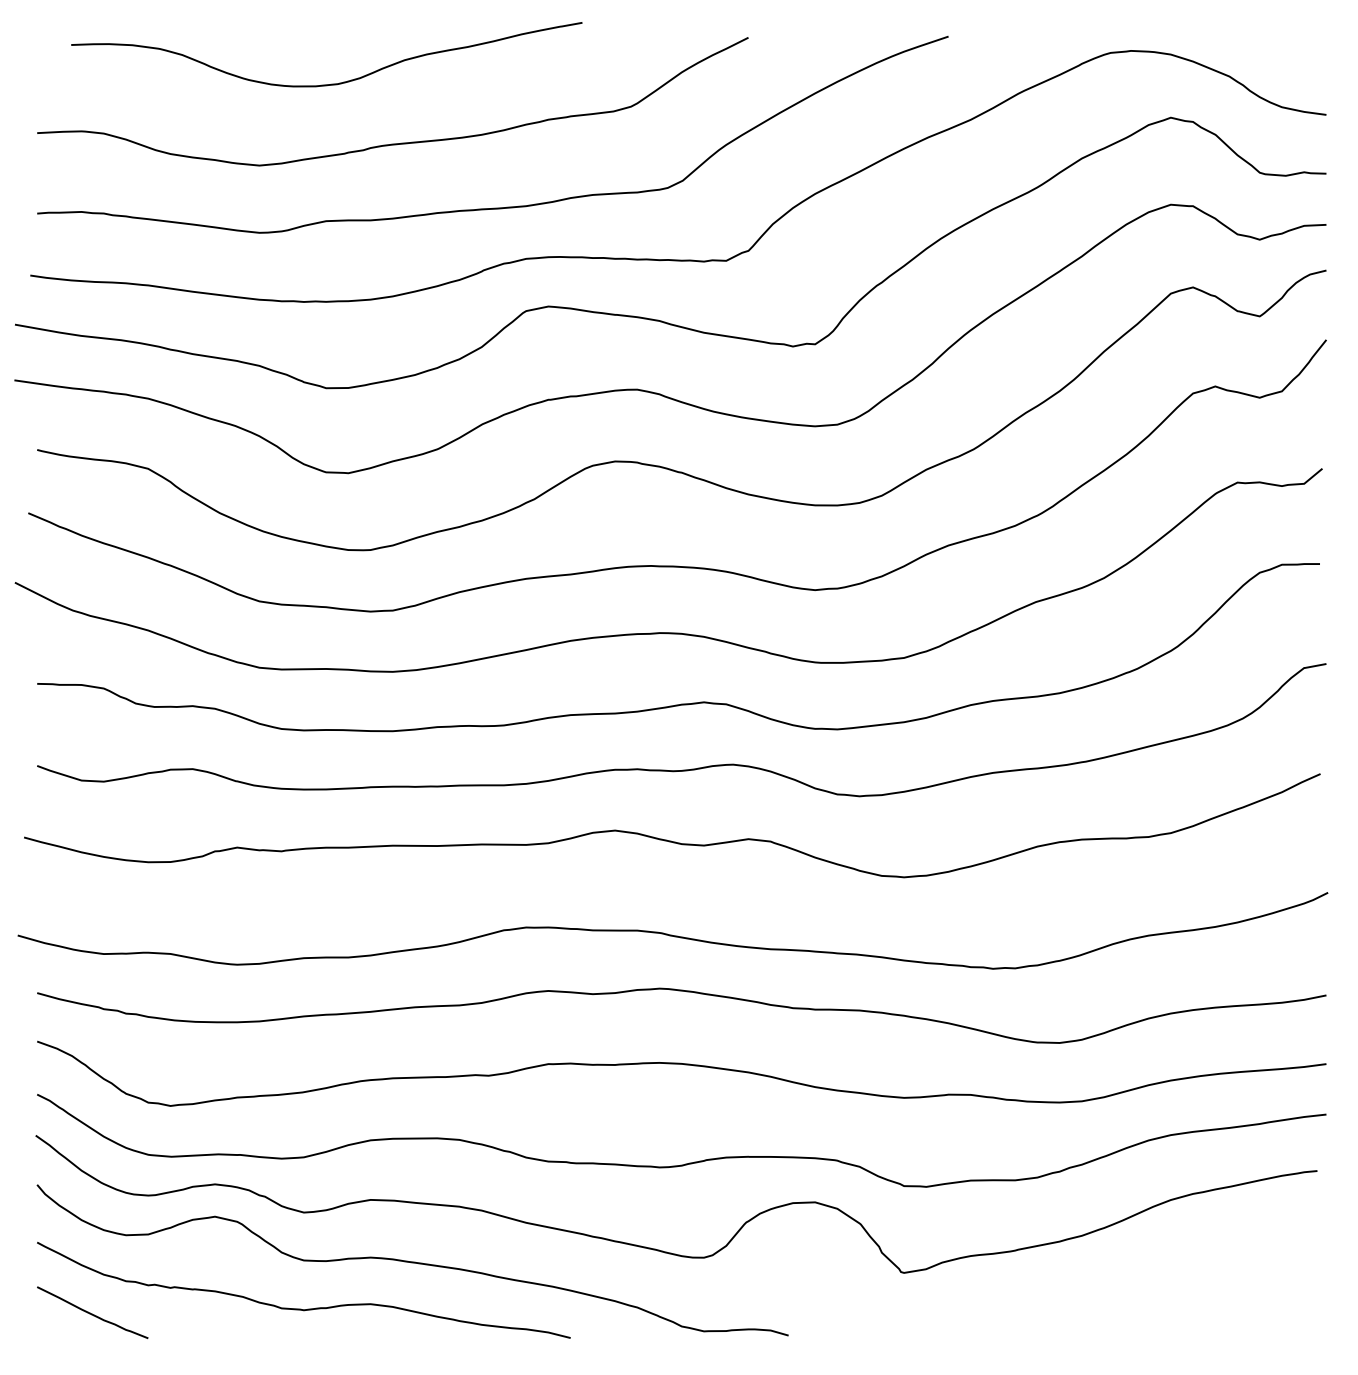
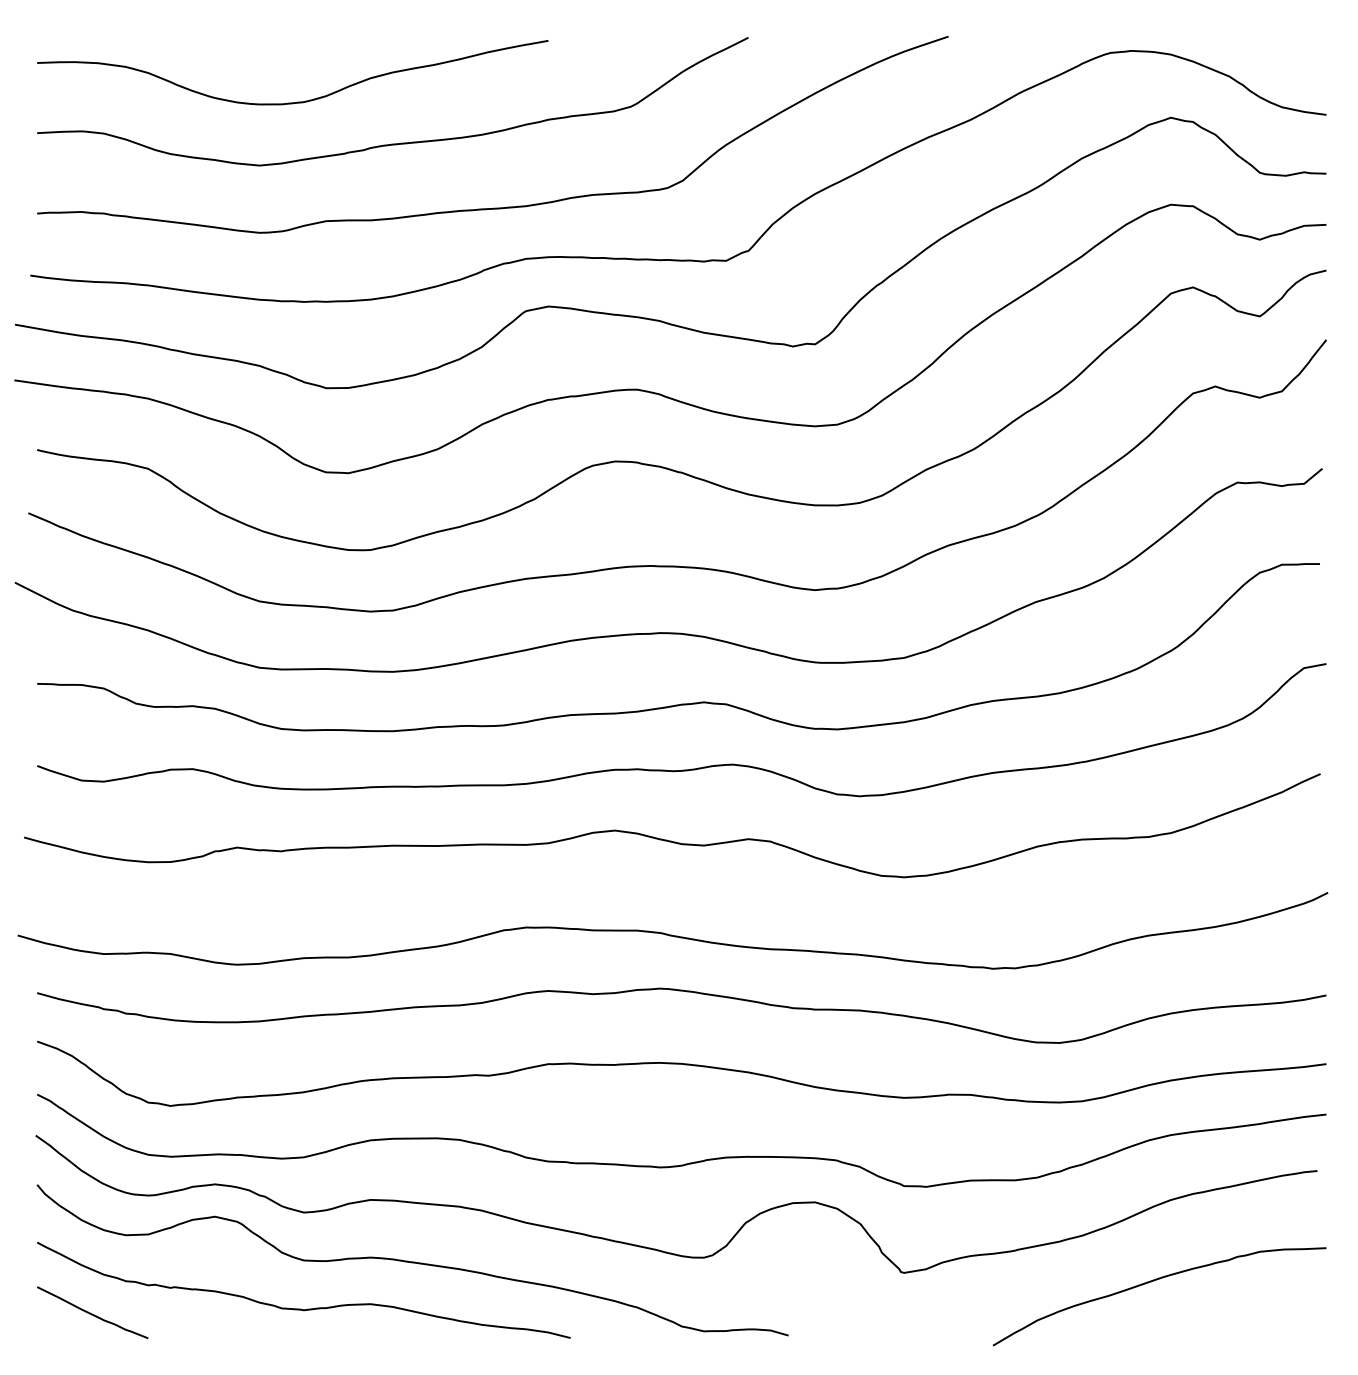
curve at (331, 83) position: (331, 83) -> (297, 101)
curve at (1154, 1281): none -> present
